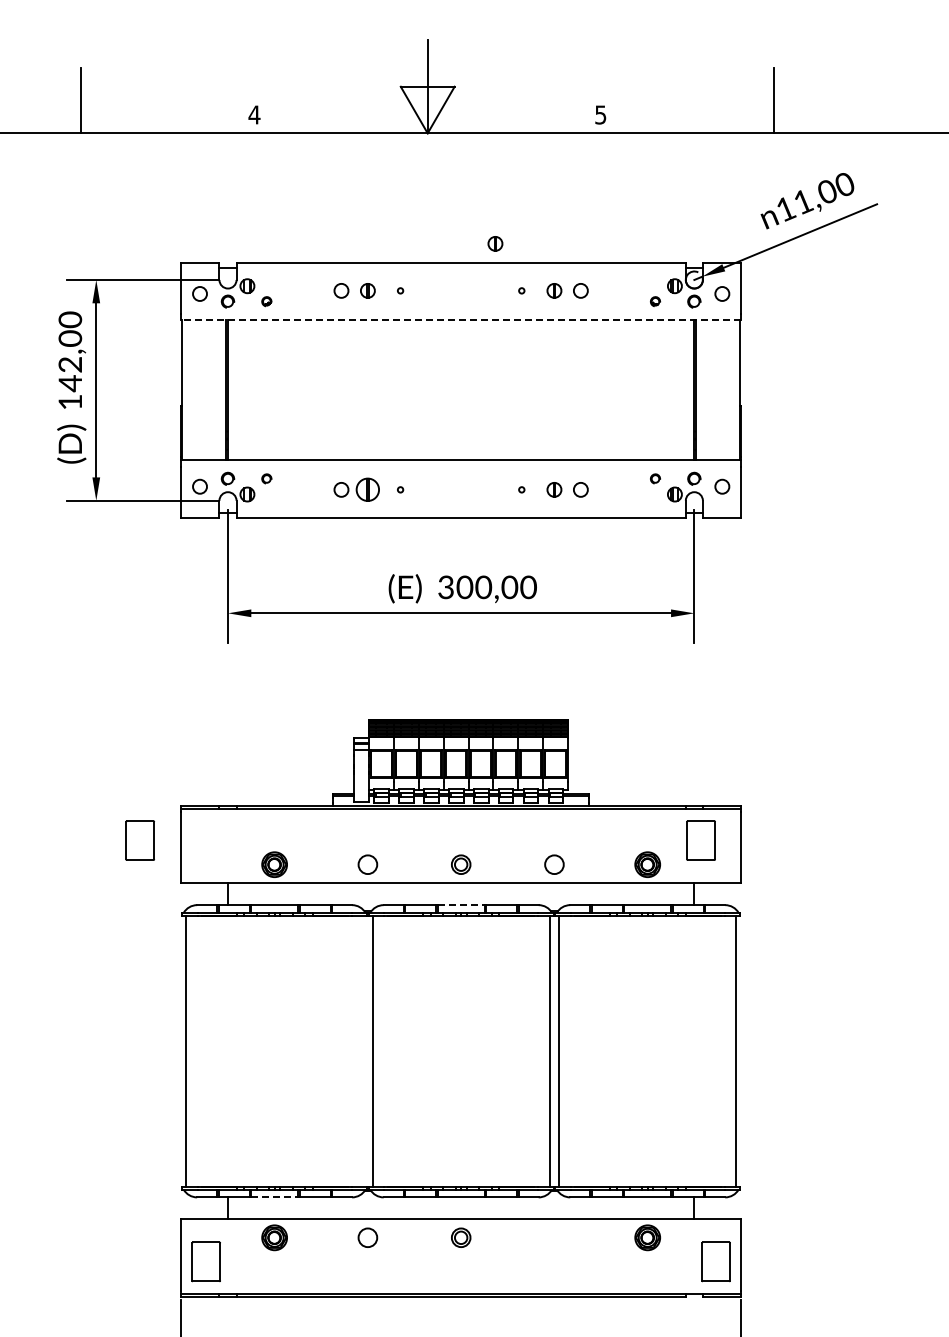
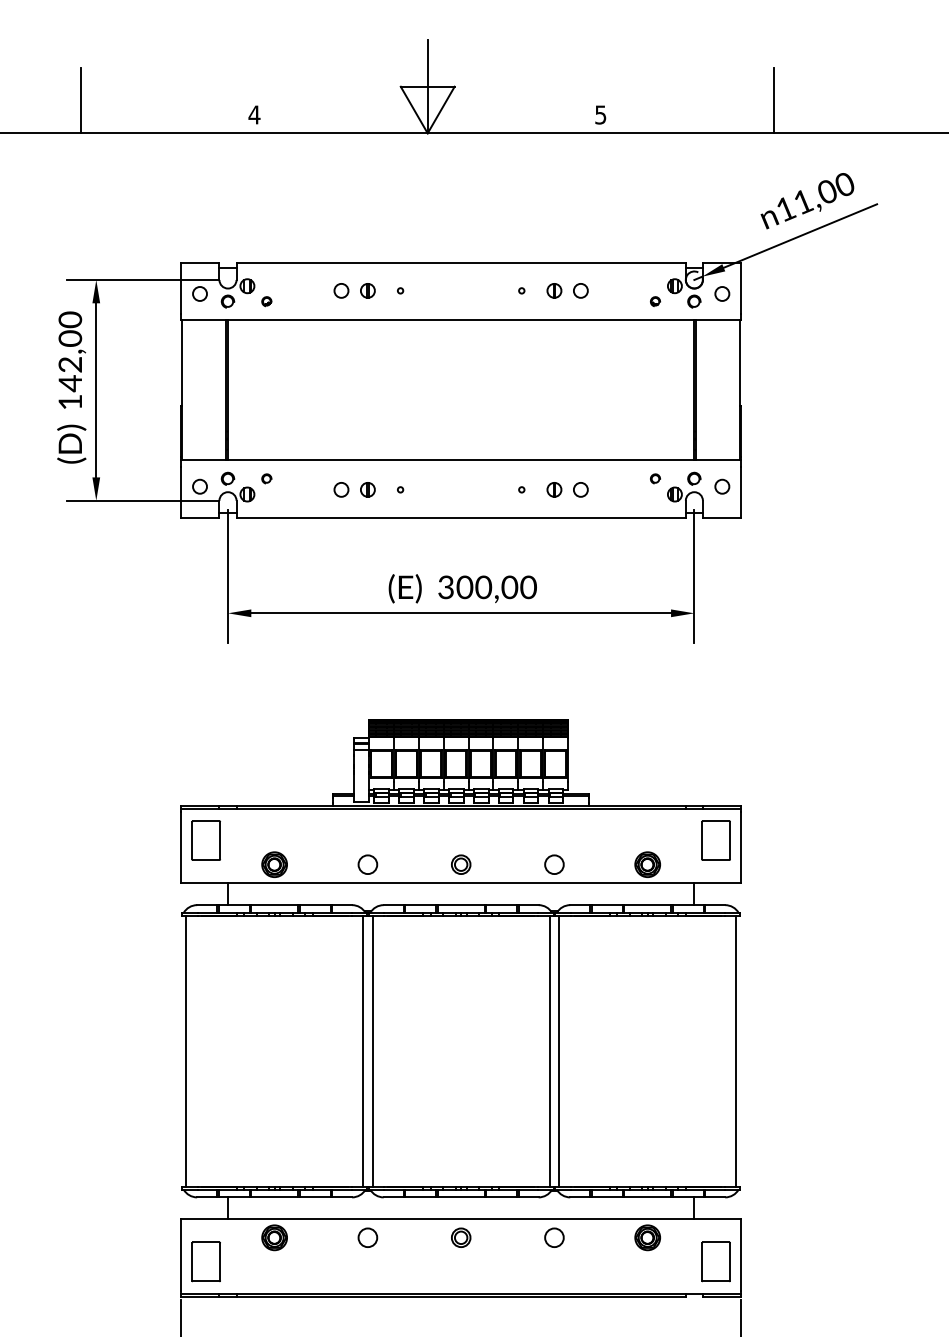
part at (495, 243): present -> none
line at (461, 320): dashed -> solid
part at (367, 489) size: 25x25 px -> 16x16 px
part at (139, 840) position: (139, 840) -> (205, 840)
part at (700, 840) position: (700, 840) -> (715, 840)
line at (461, 905): dashed -> solid
line at (363, 1051): none -> present
line at (275, 1197): dashed -> solid
circle at (554, 1237): none -> present
